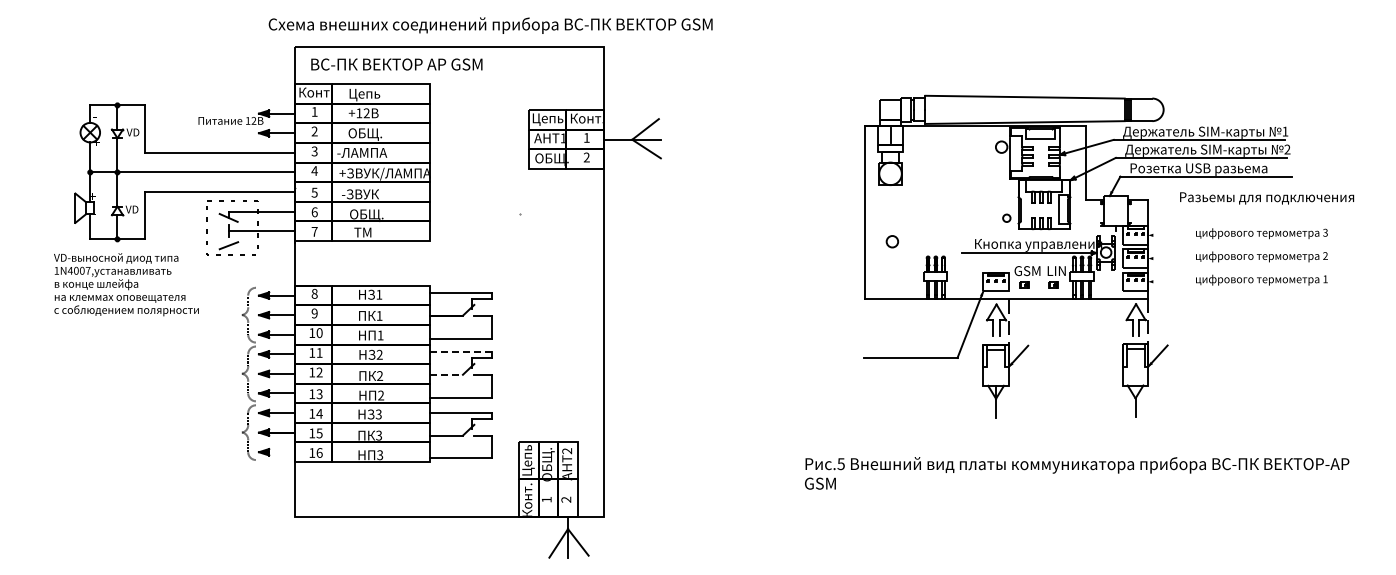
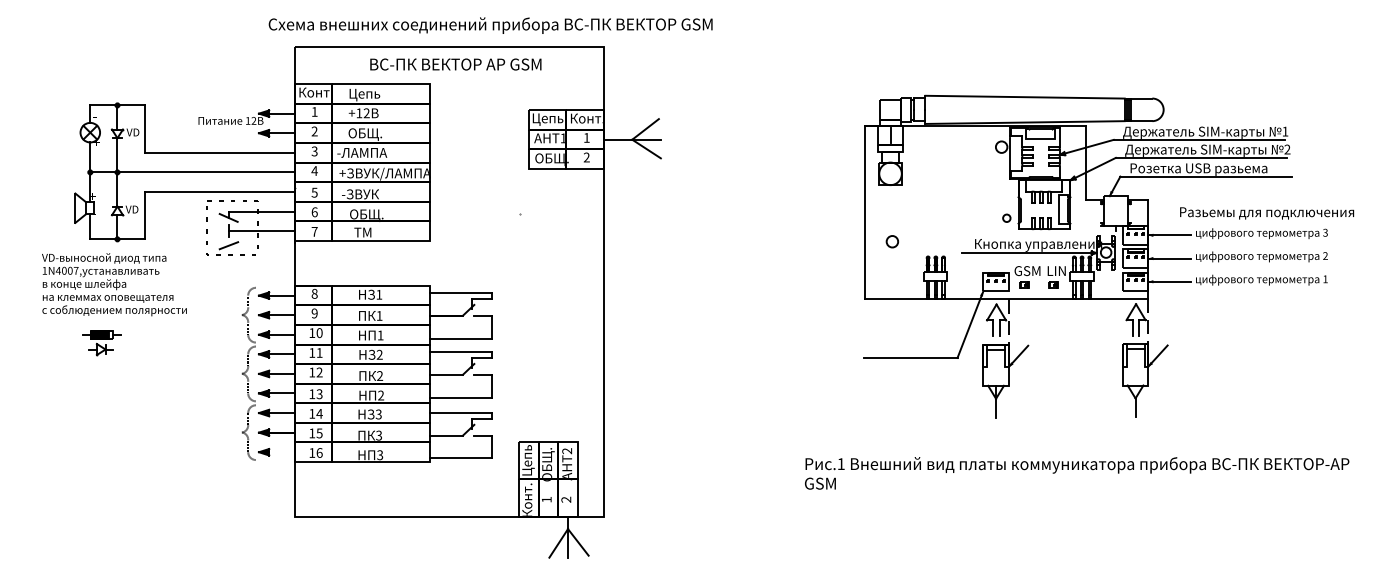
text at (396, 64) position: (396, 64) -> (455, 64)
text at (1267, 198) position: (1267, 198) -> (1267, 213)
line at (1169, 235): none -> present
line at (1169, 258): none -> present
line at (1169, 281): none -> present
text at (126, 284) position: (126, 284) -> (114, 284)
part at (101, 343): none -> present
line at (460, 351): dashed -> solid
line at (447, 374): dashed -> solid
text at (840, 464): .5 -> .1
